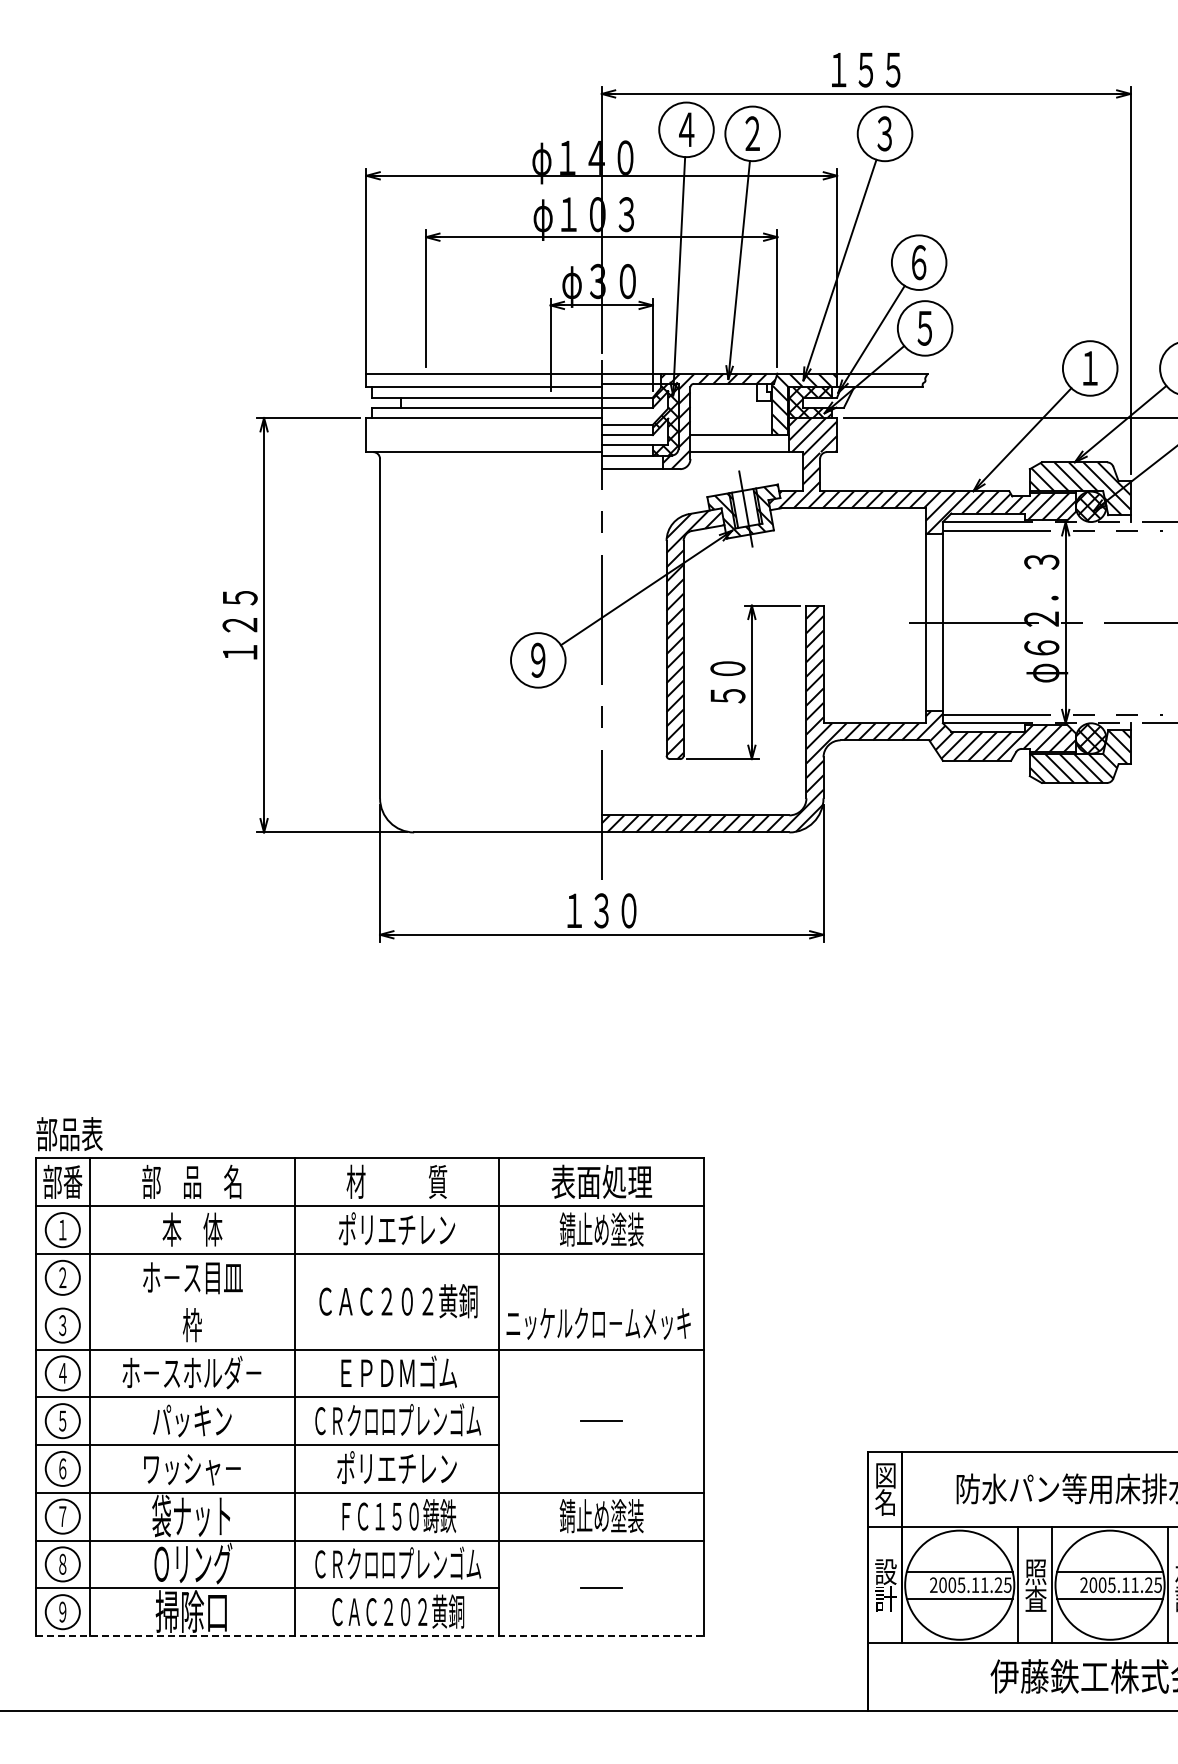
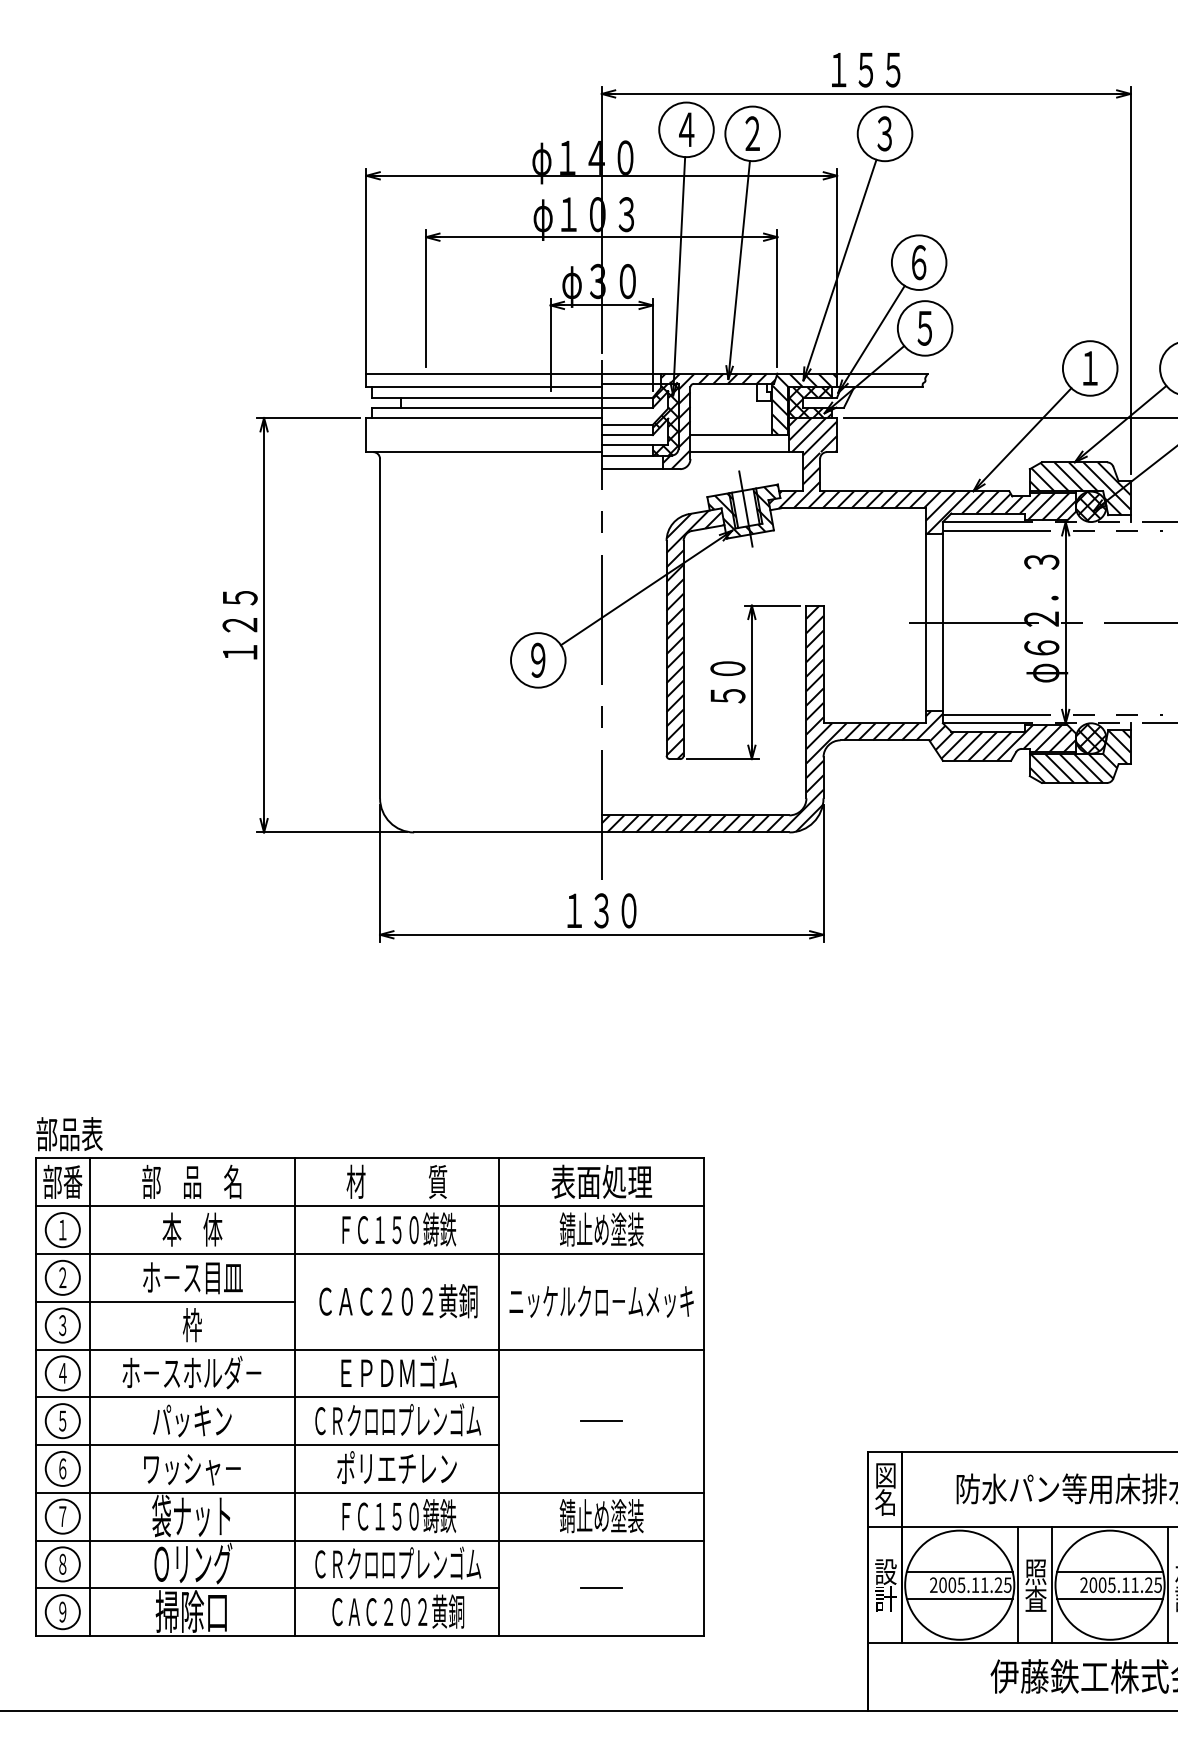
text at (397, 1229): ポリエチレン -> ＦＣ１５０鋳鉄
line at (164, 1301): none -> present
text at (598, 1323) position: (598, 1323) -> (601, 1301)
line at (370, 1636): dashed -> solid
